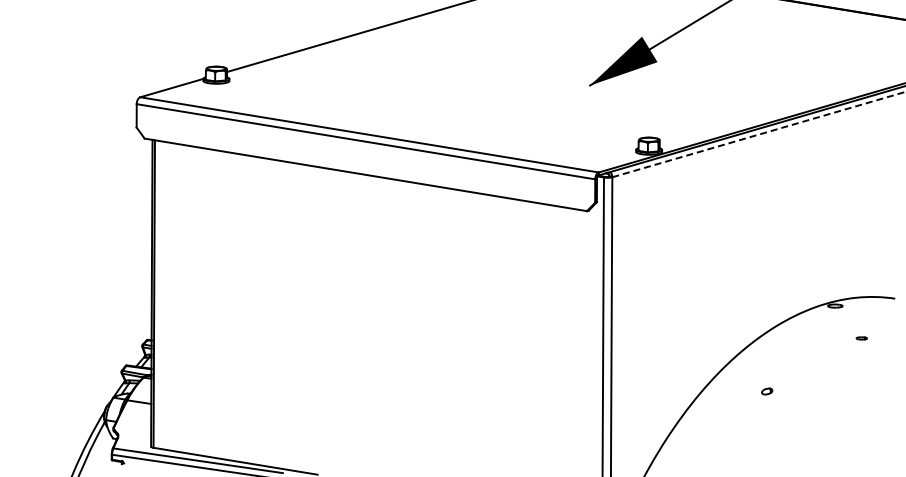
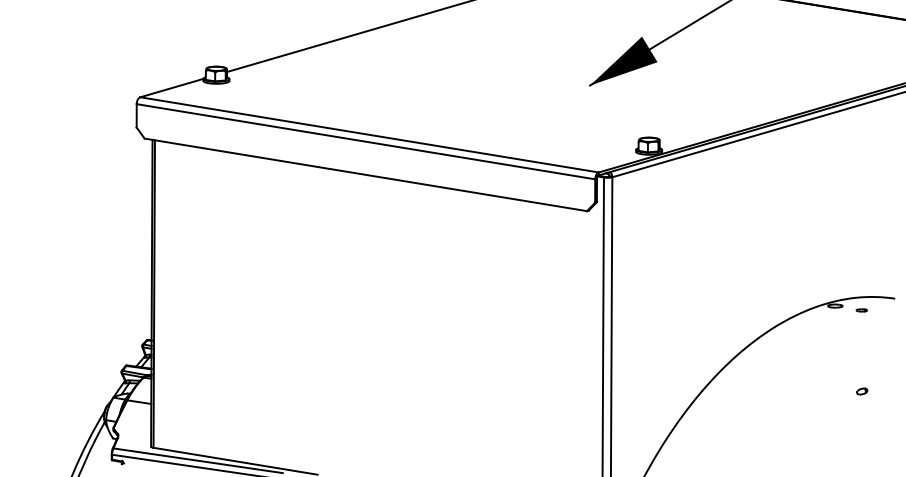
line at (759, 134): dashed -> solid
part at (861, 338) position: (861, 338) -> (861, 310)
part at (767, 391) position: (767, 391) -> (862, 391)
